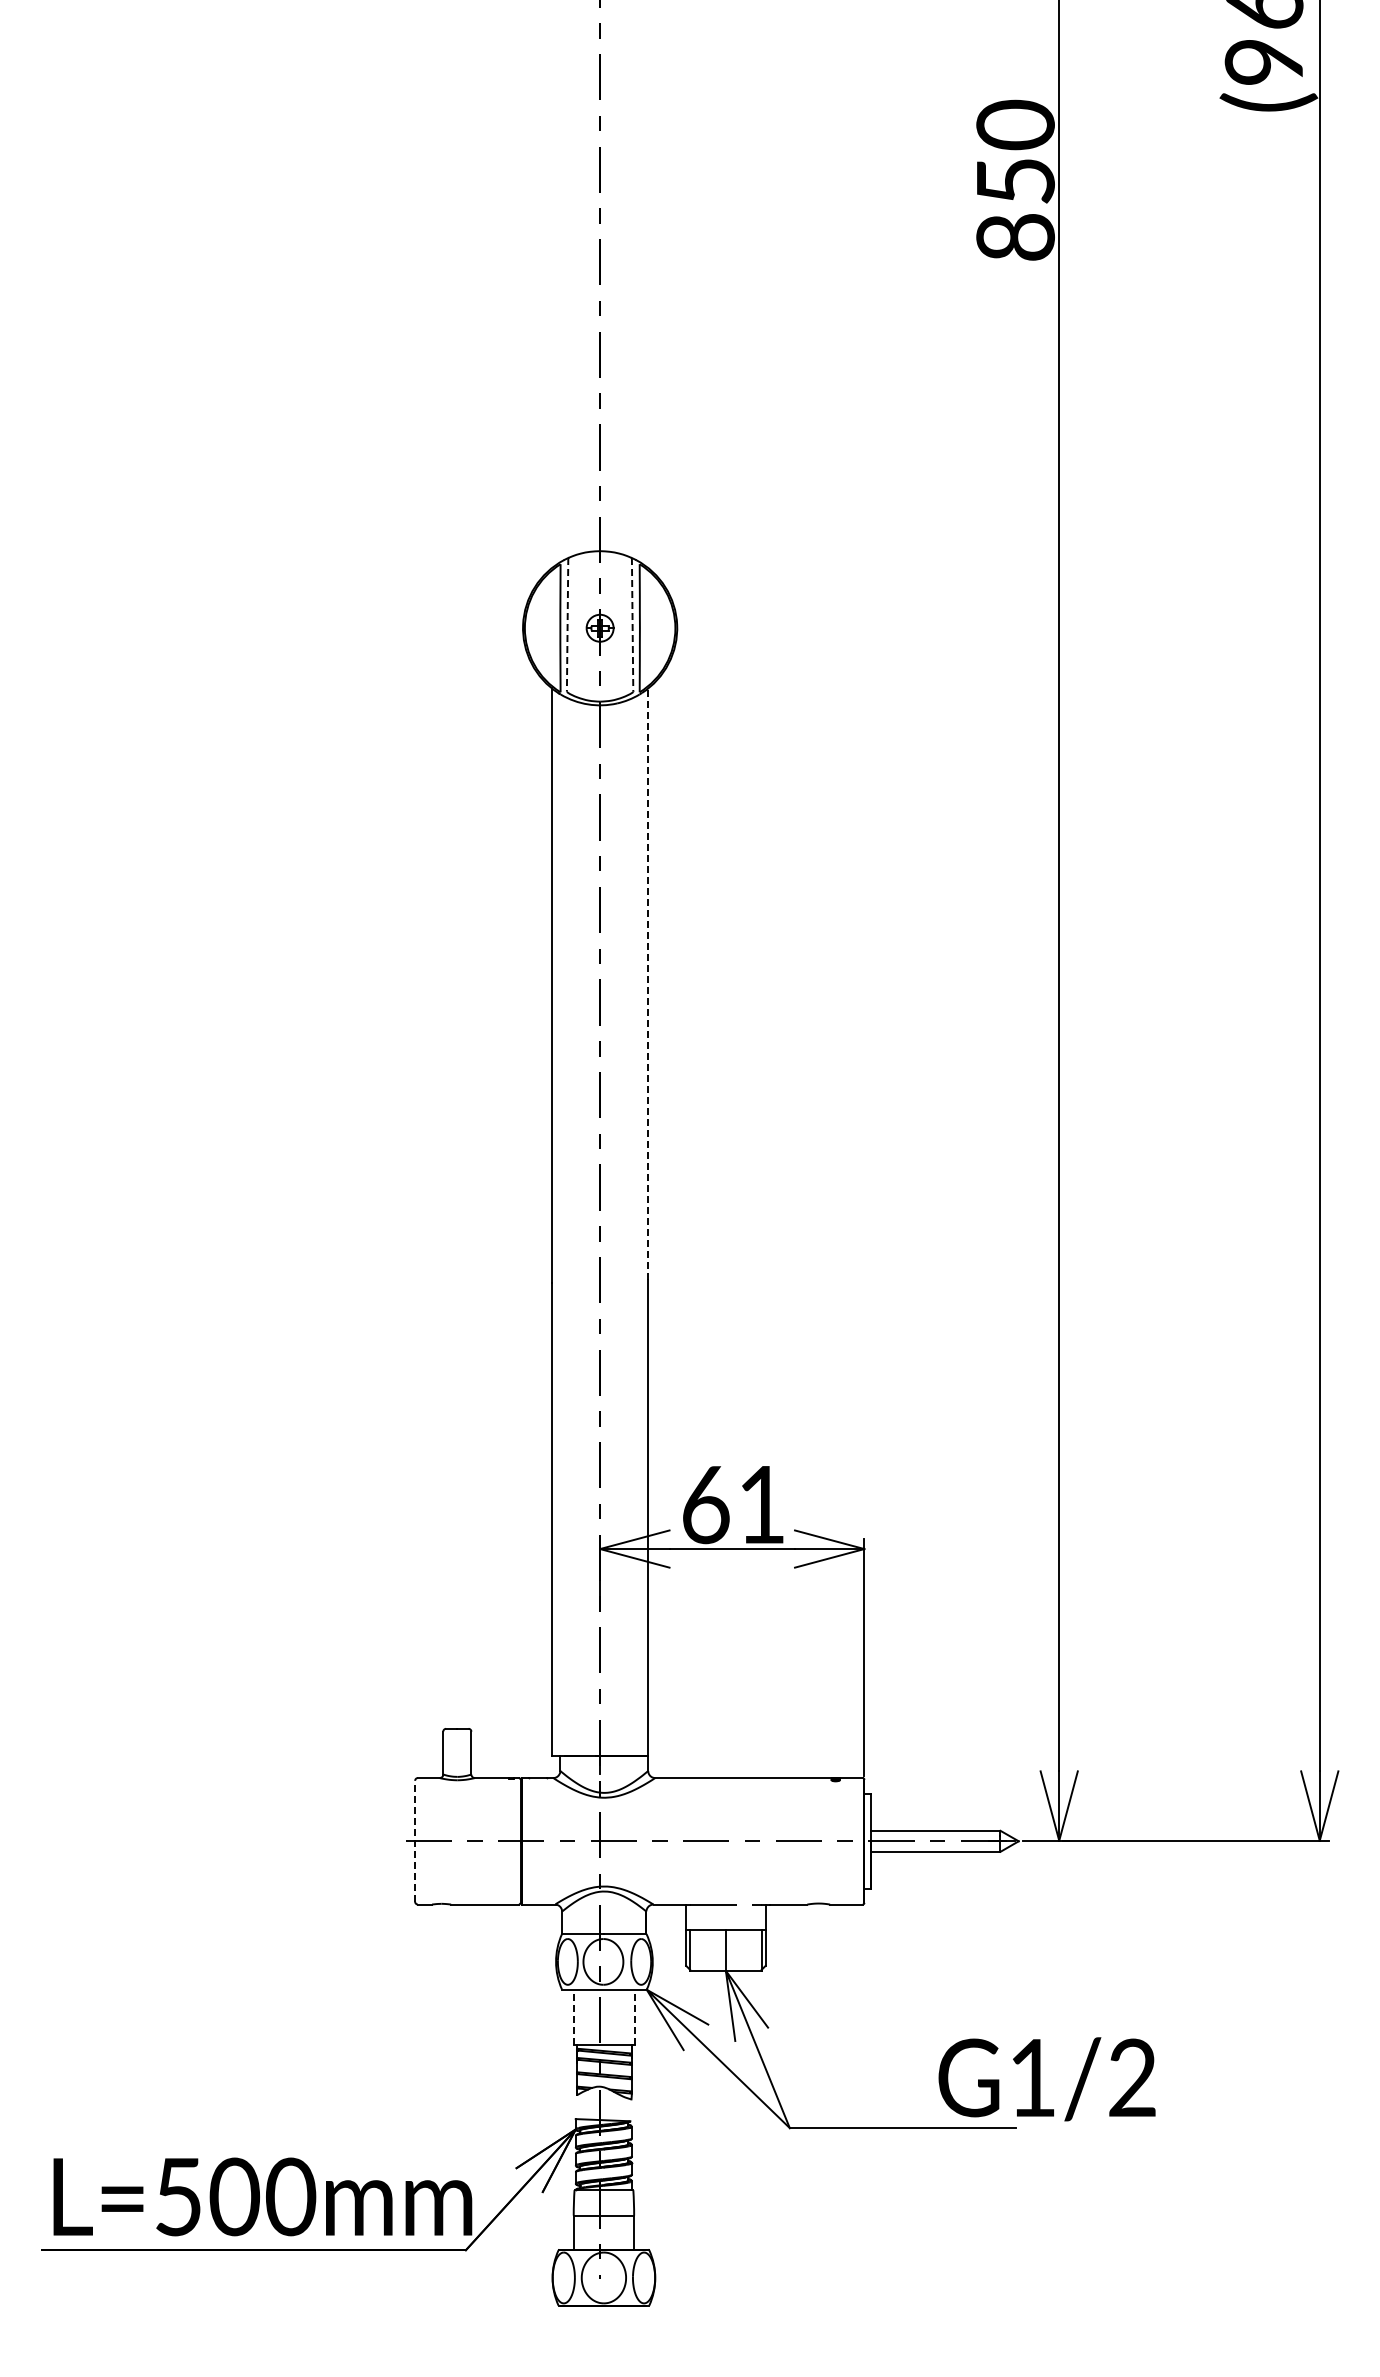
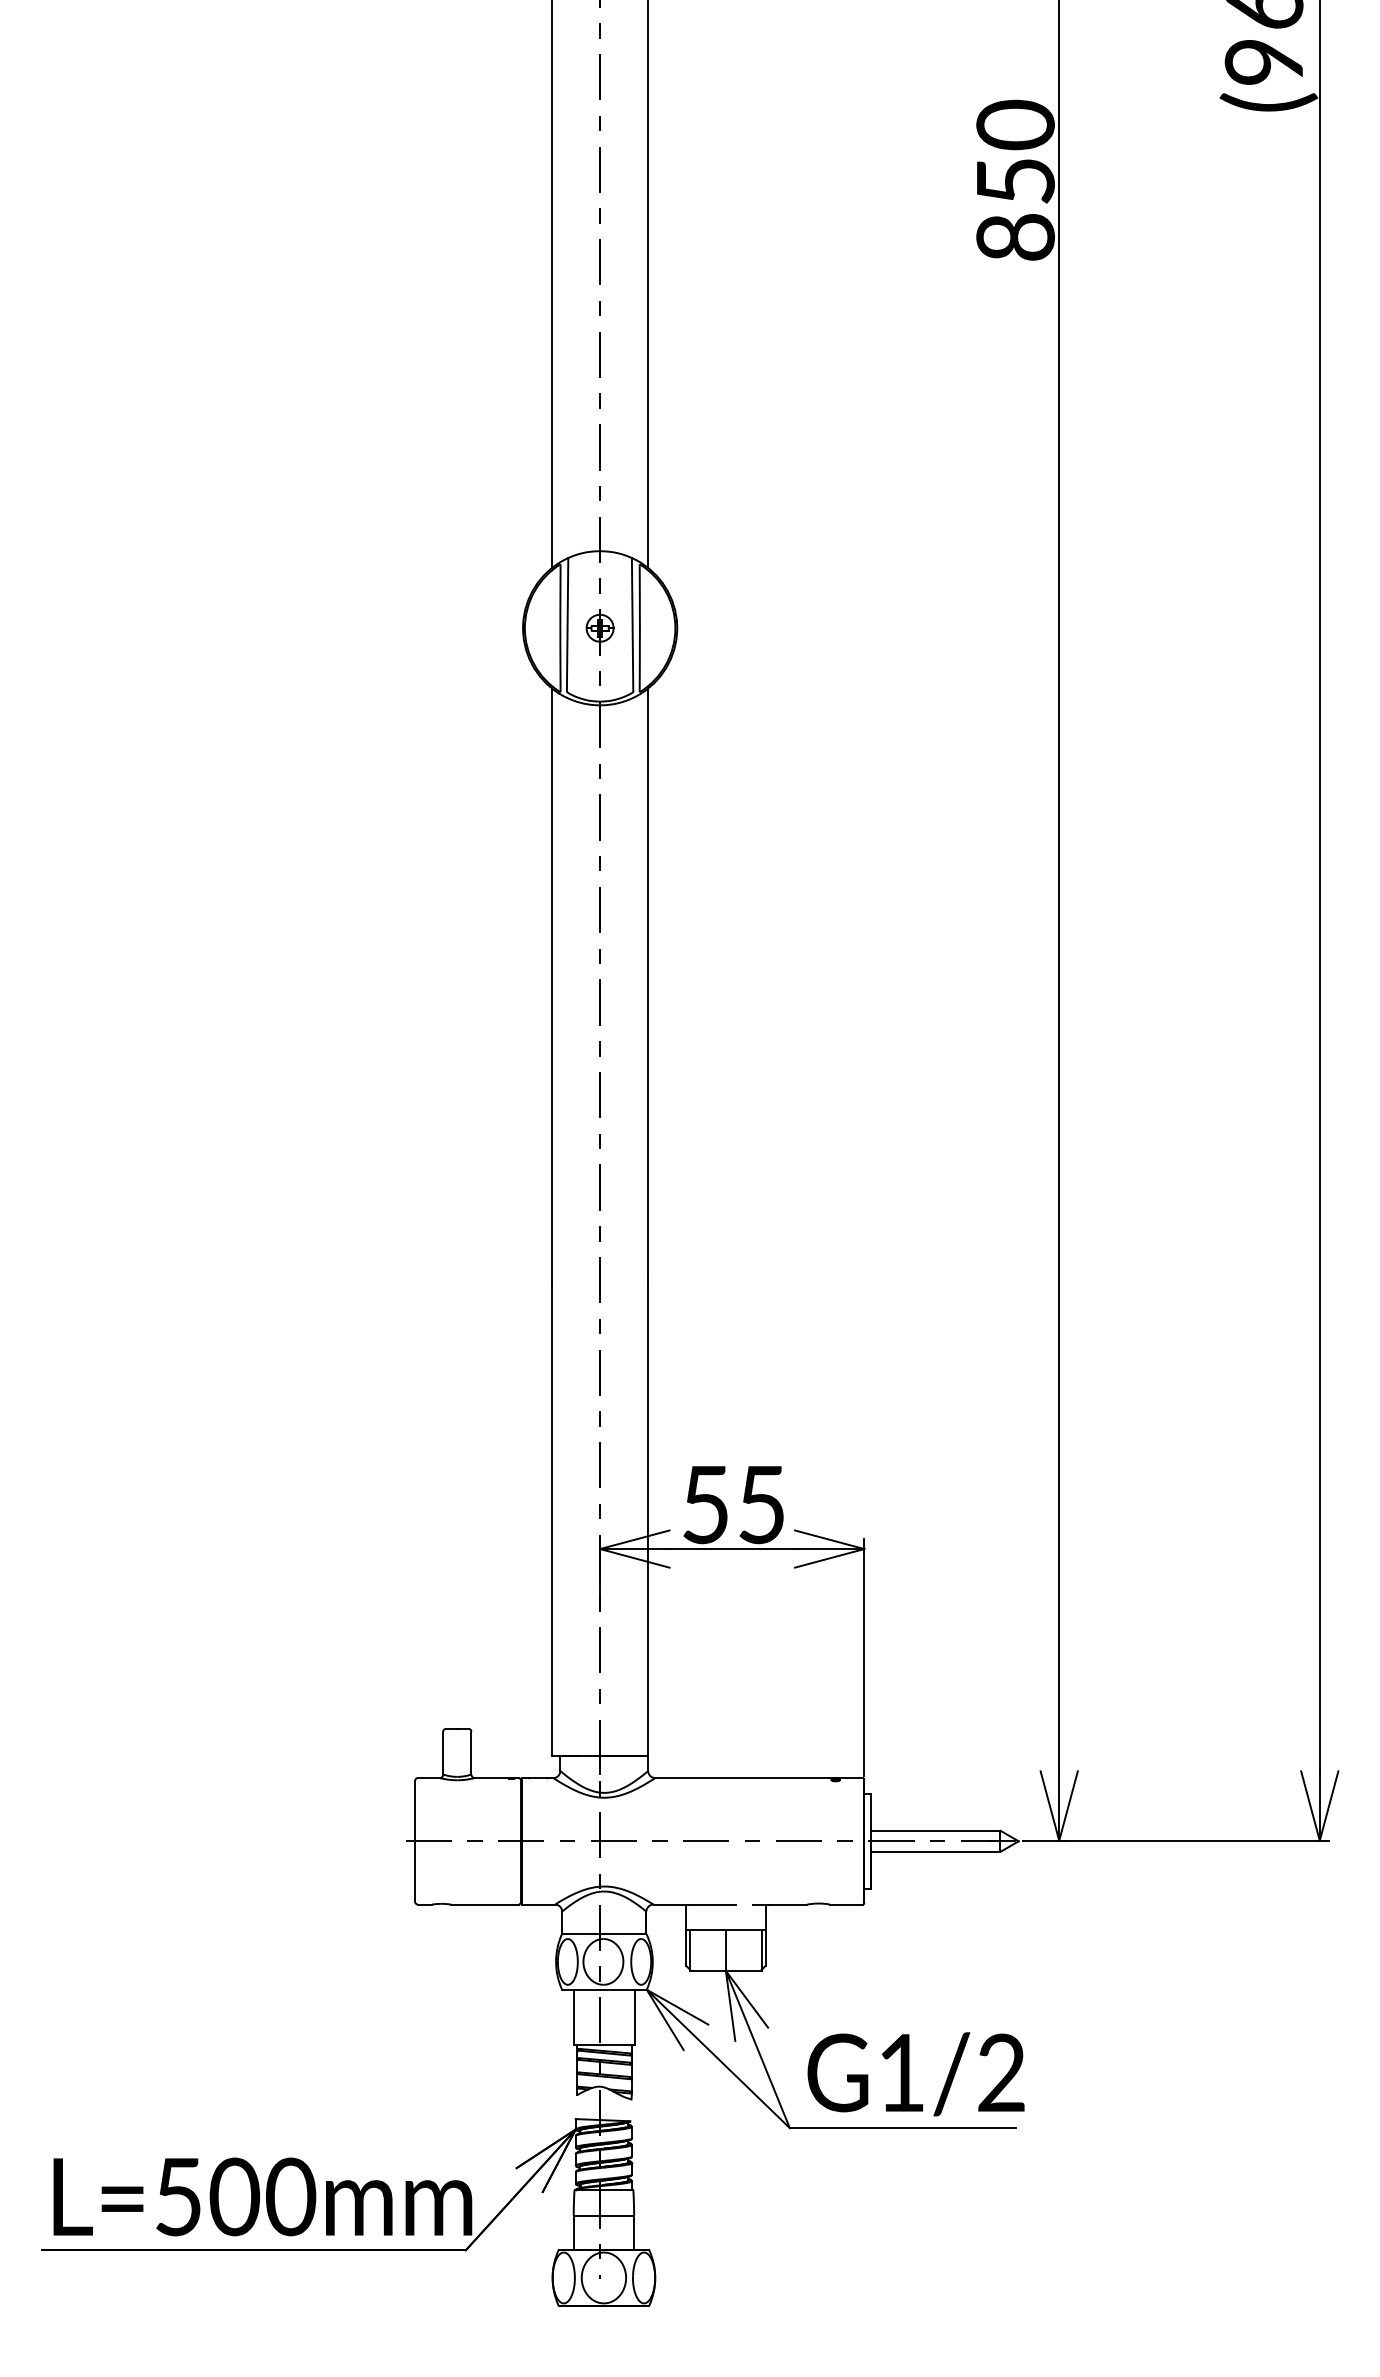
line at (551, 285): none -> present
line at (648, 285): none -> present
line at (567, 624): dashed -> solid
line at (632, 624): dashed -> solid
line at (648, 984): dashed -> solid
text at (733, 1505): 61 -> 55
line at (415, 1840): dashed -> solid
line at (574, 2017): dashed -> solid
line at (634, 2017): dashed -> solid
text at (1046, 2079) position: (1046, 2079) -> (915, 2074)
